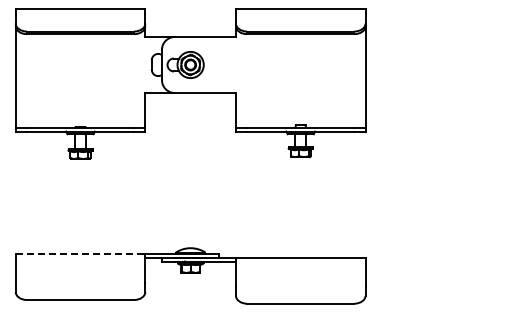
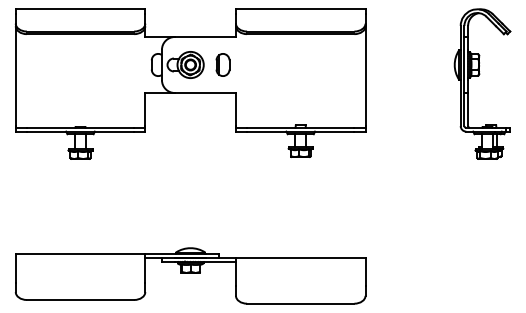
part at (222, 64): none -> present
part at (479, 76): none -> present
line at (80, 254): dashed -> solid
